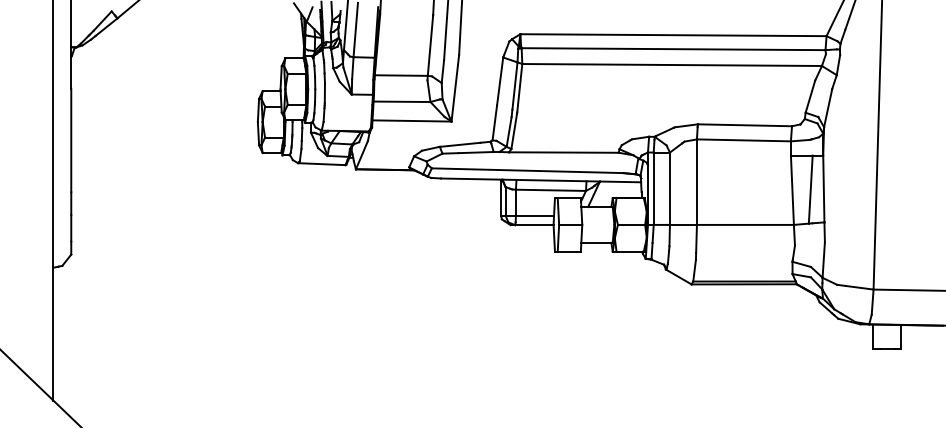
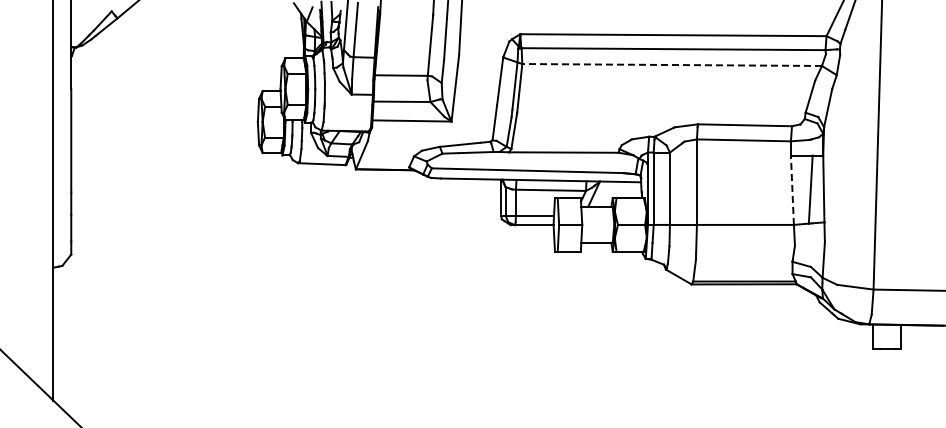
line at (672, 65): solid -> dashed
line at (792, 190): solid -> dashed
